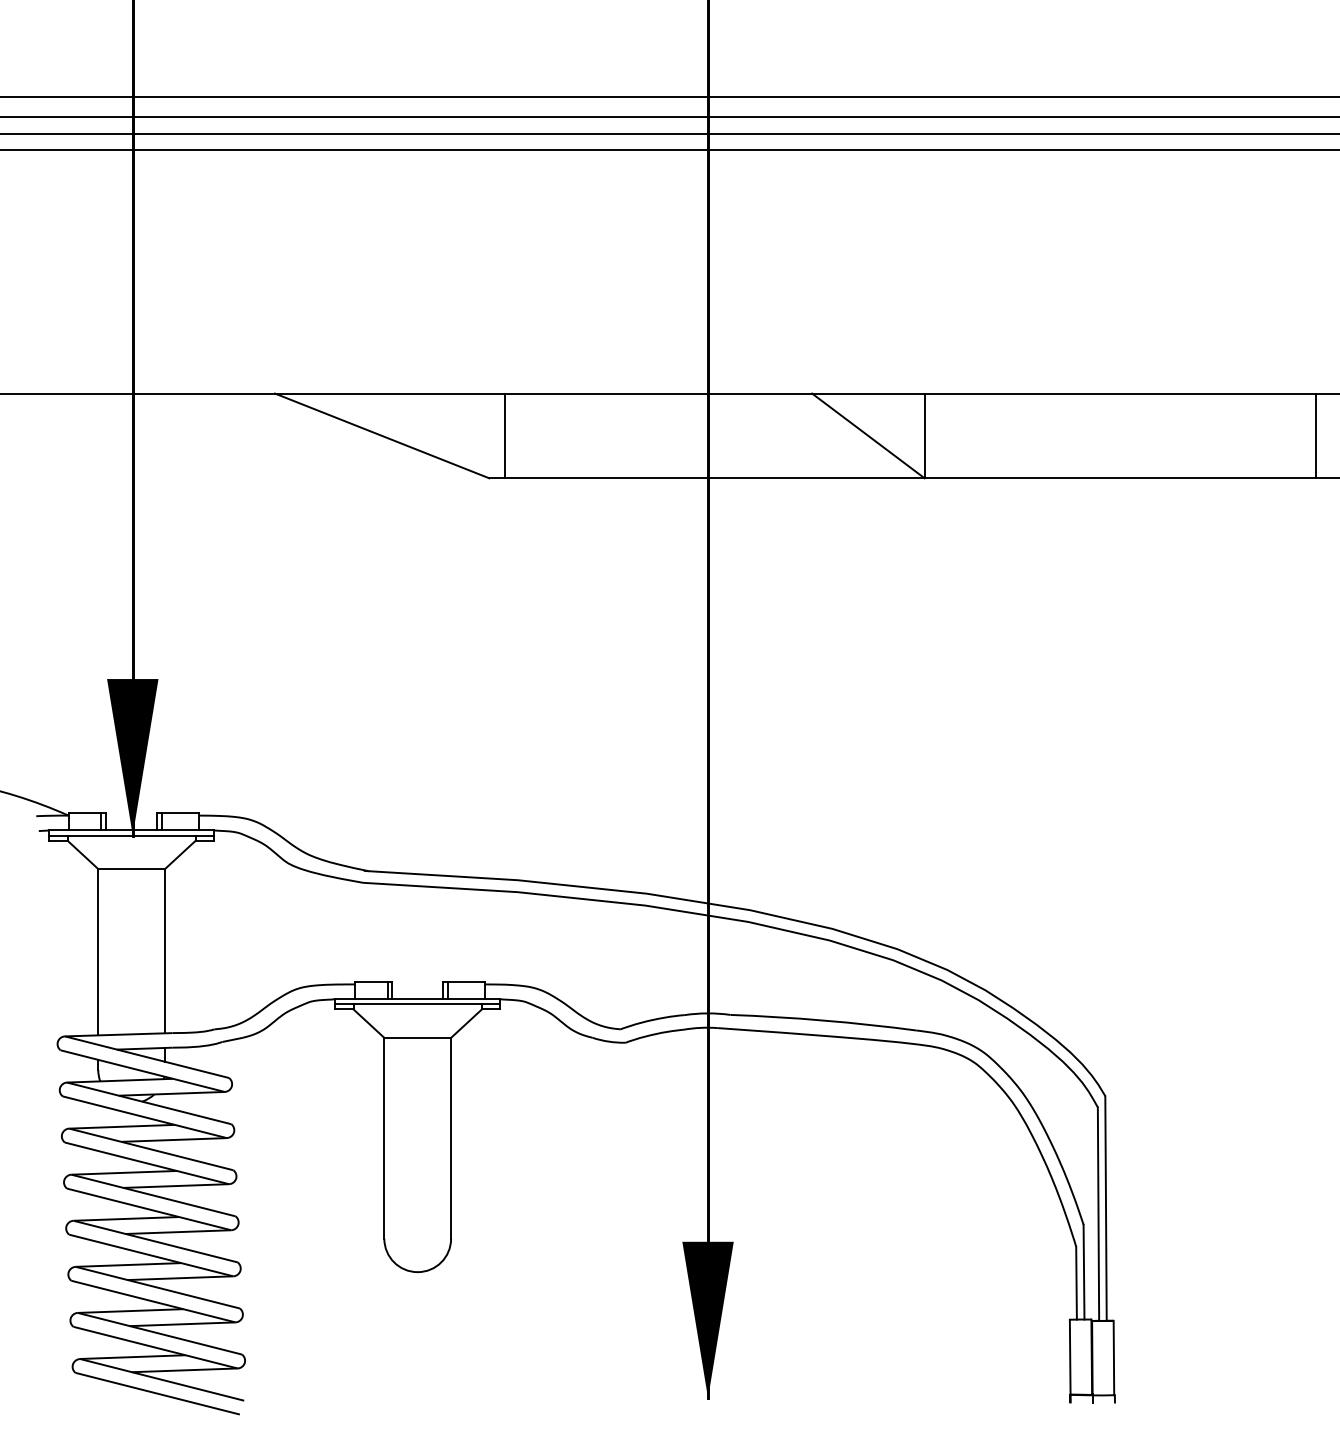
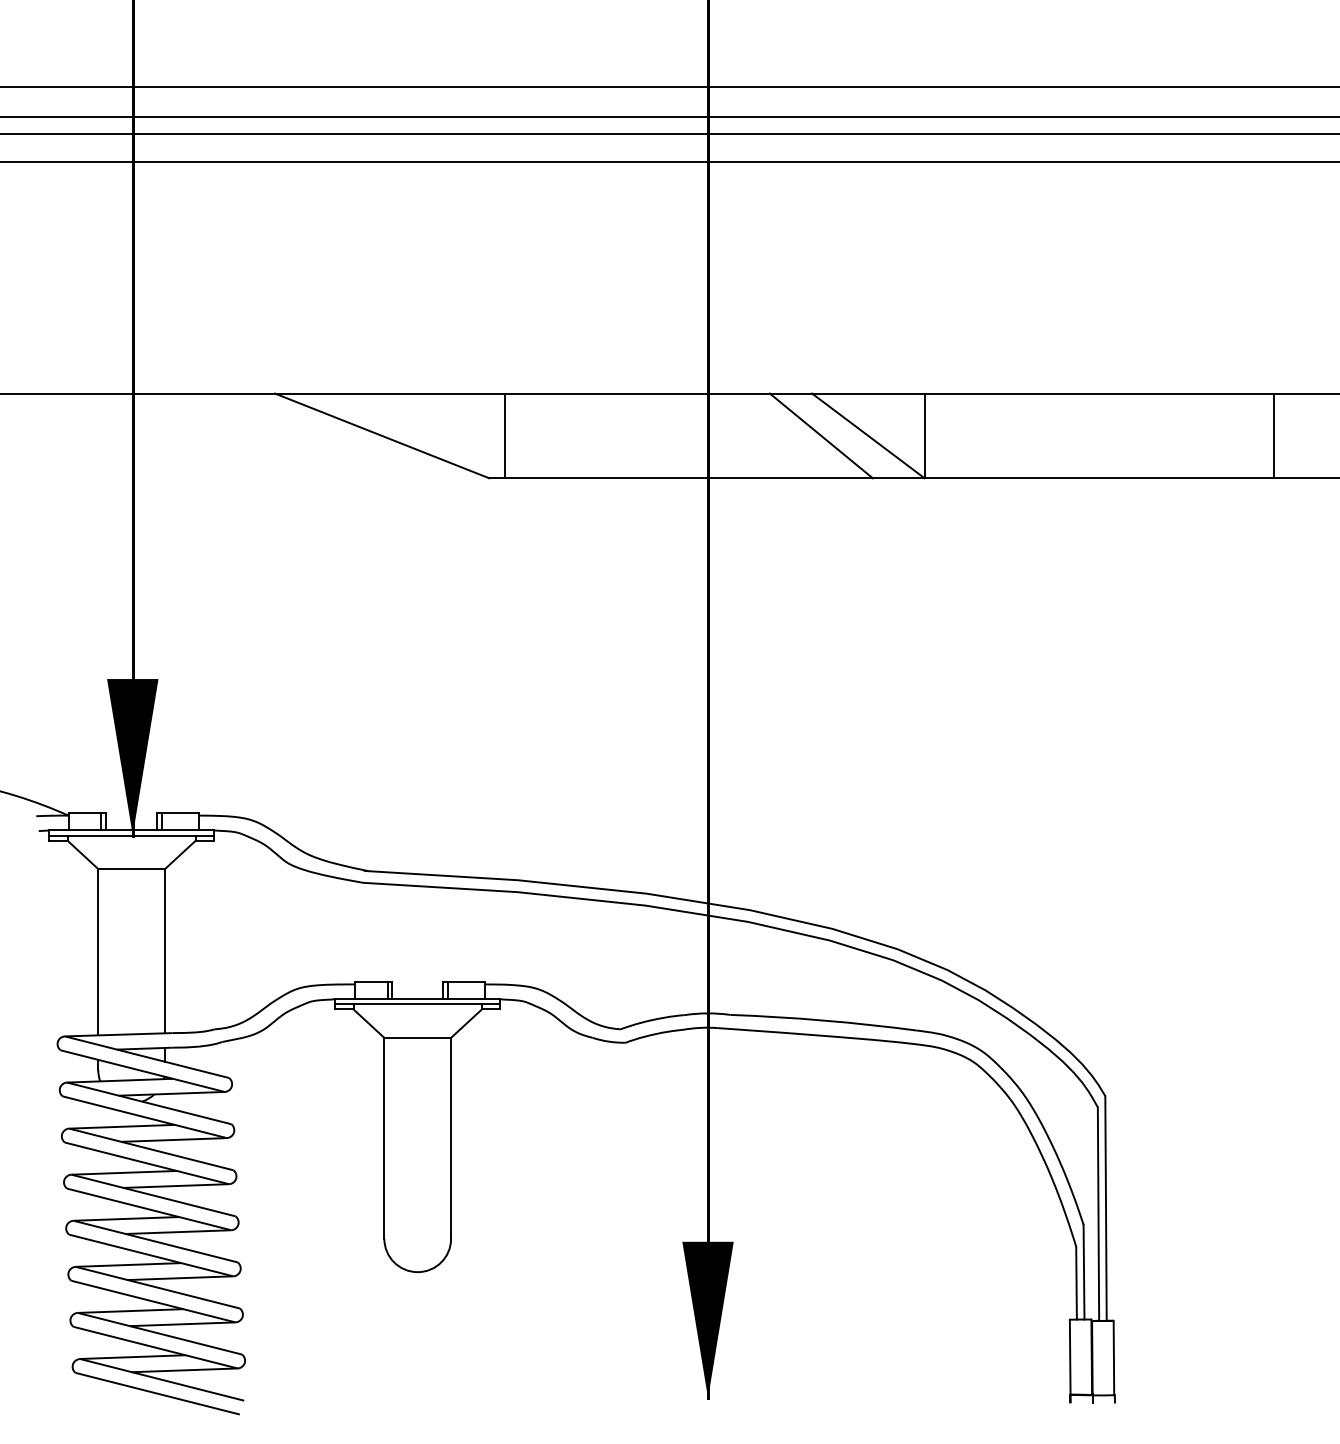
line at (669, 97) position: (669, 97) -> (669, 87)
line at (669, 149) position: (669, 149) -> (669, 161)
line at (820, 435): none -> present
line at (1315, 435) position: (1315, 435) -> (1273, 435)
